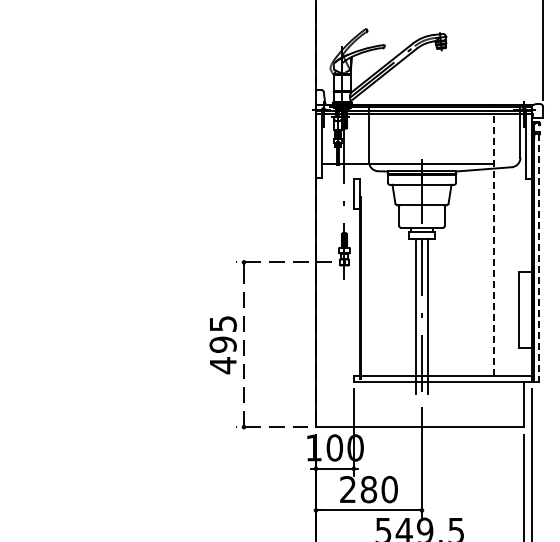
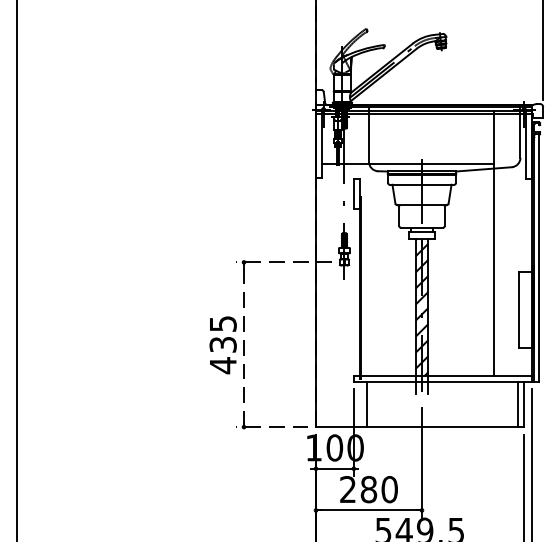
line at (493, 243): dashed -> solid
line at (539, 258): dashed -> solid
line at (16, 270): none -> present
hatch at (421, 307): none -> present
text at (222, 344): 495 -> 435
line at (366, 404): none -> present
line at (518, 404): none -> present
